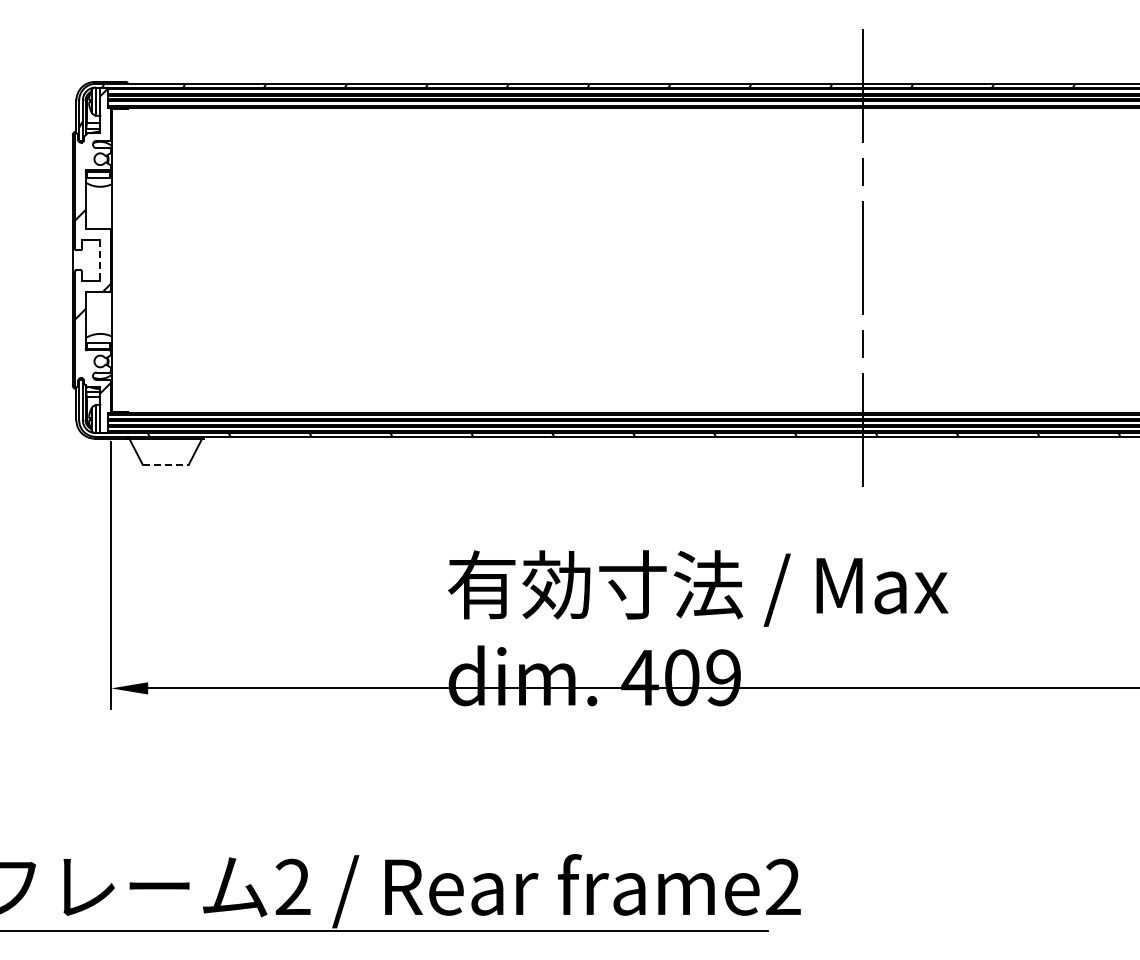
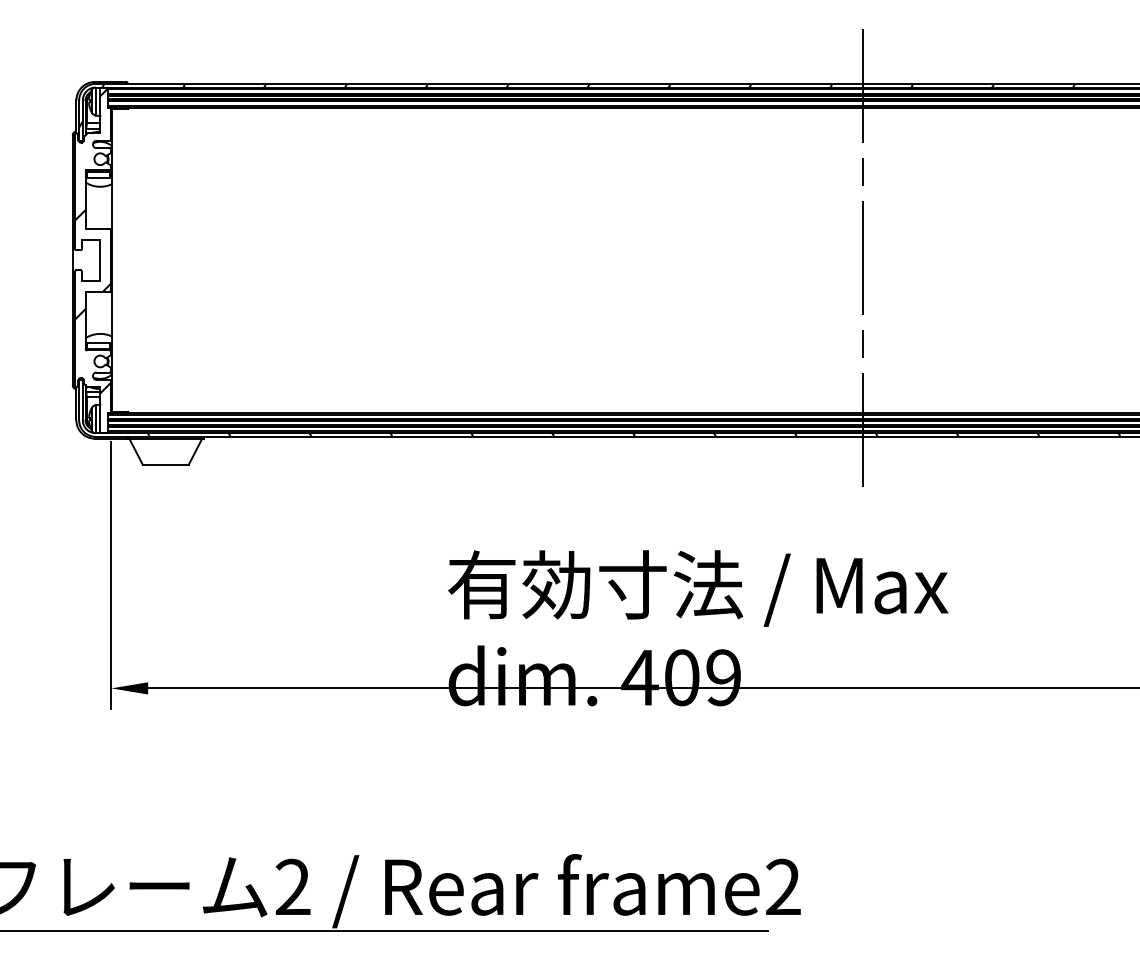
line at (100, 260): dashed -> solid
line at (165, 464): dashed -> solid
